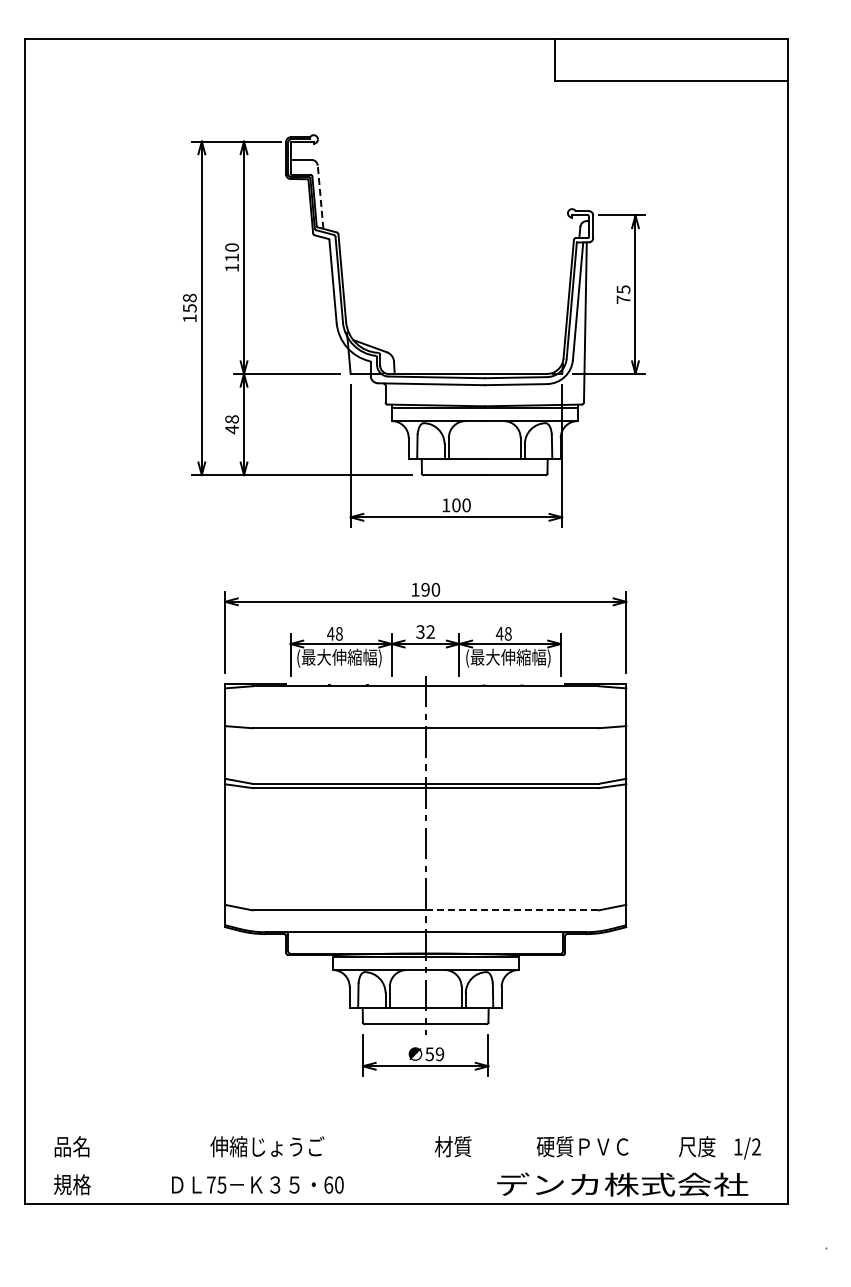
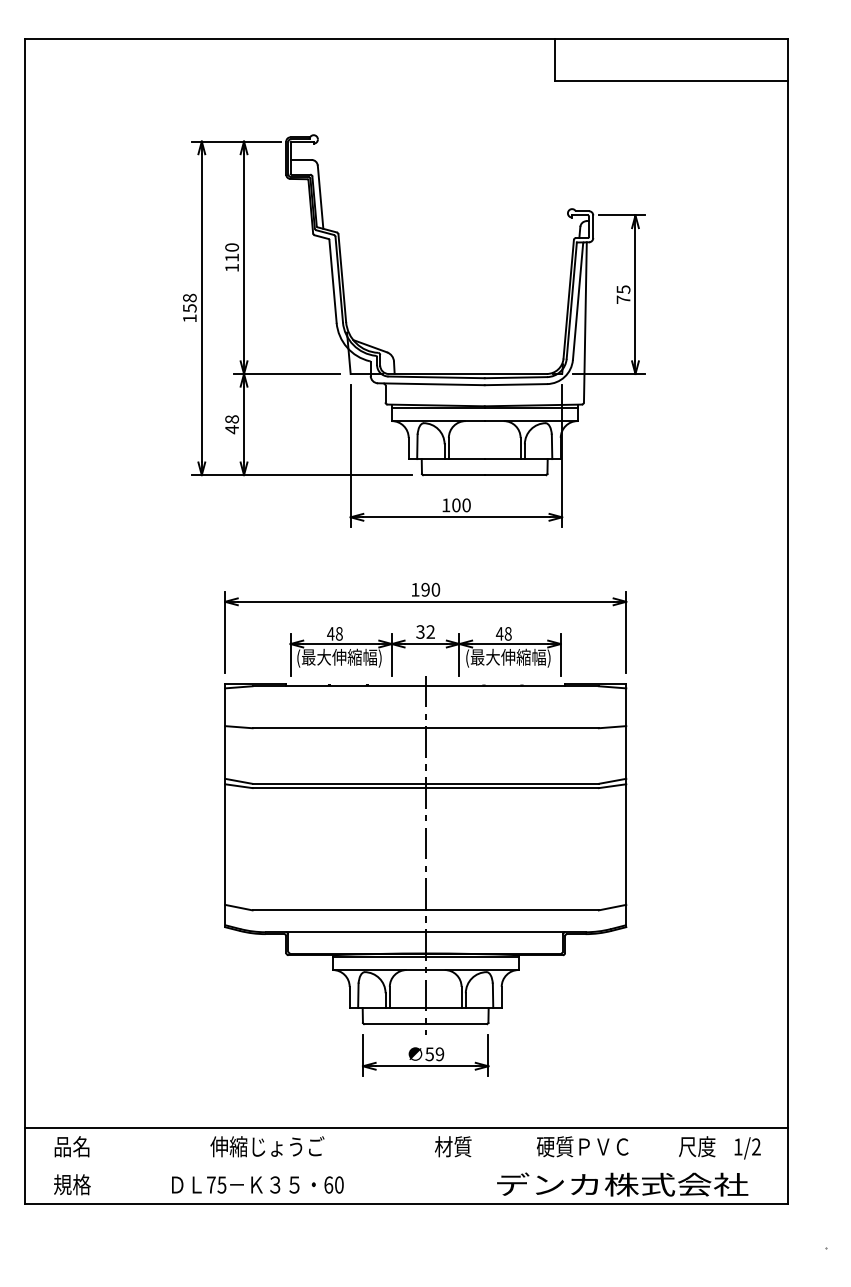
line at (320, 197): dashed -> solid
line at (512, 910): dashed -> solid
line at (406, 1128): none -> present
